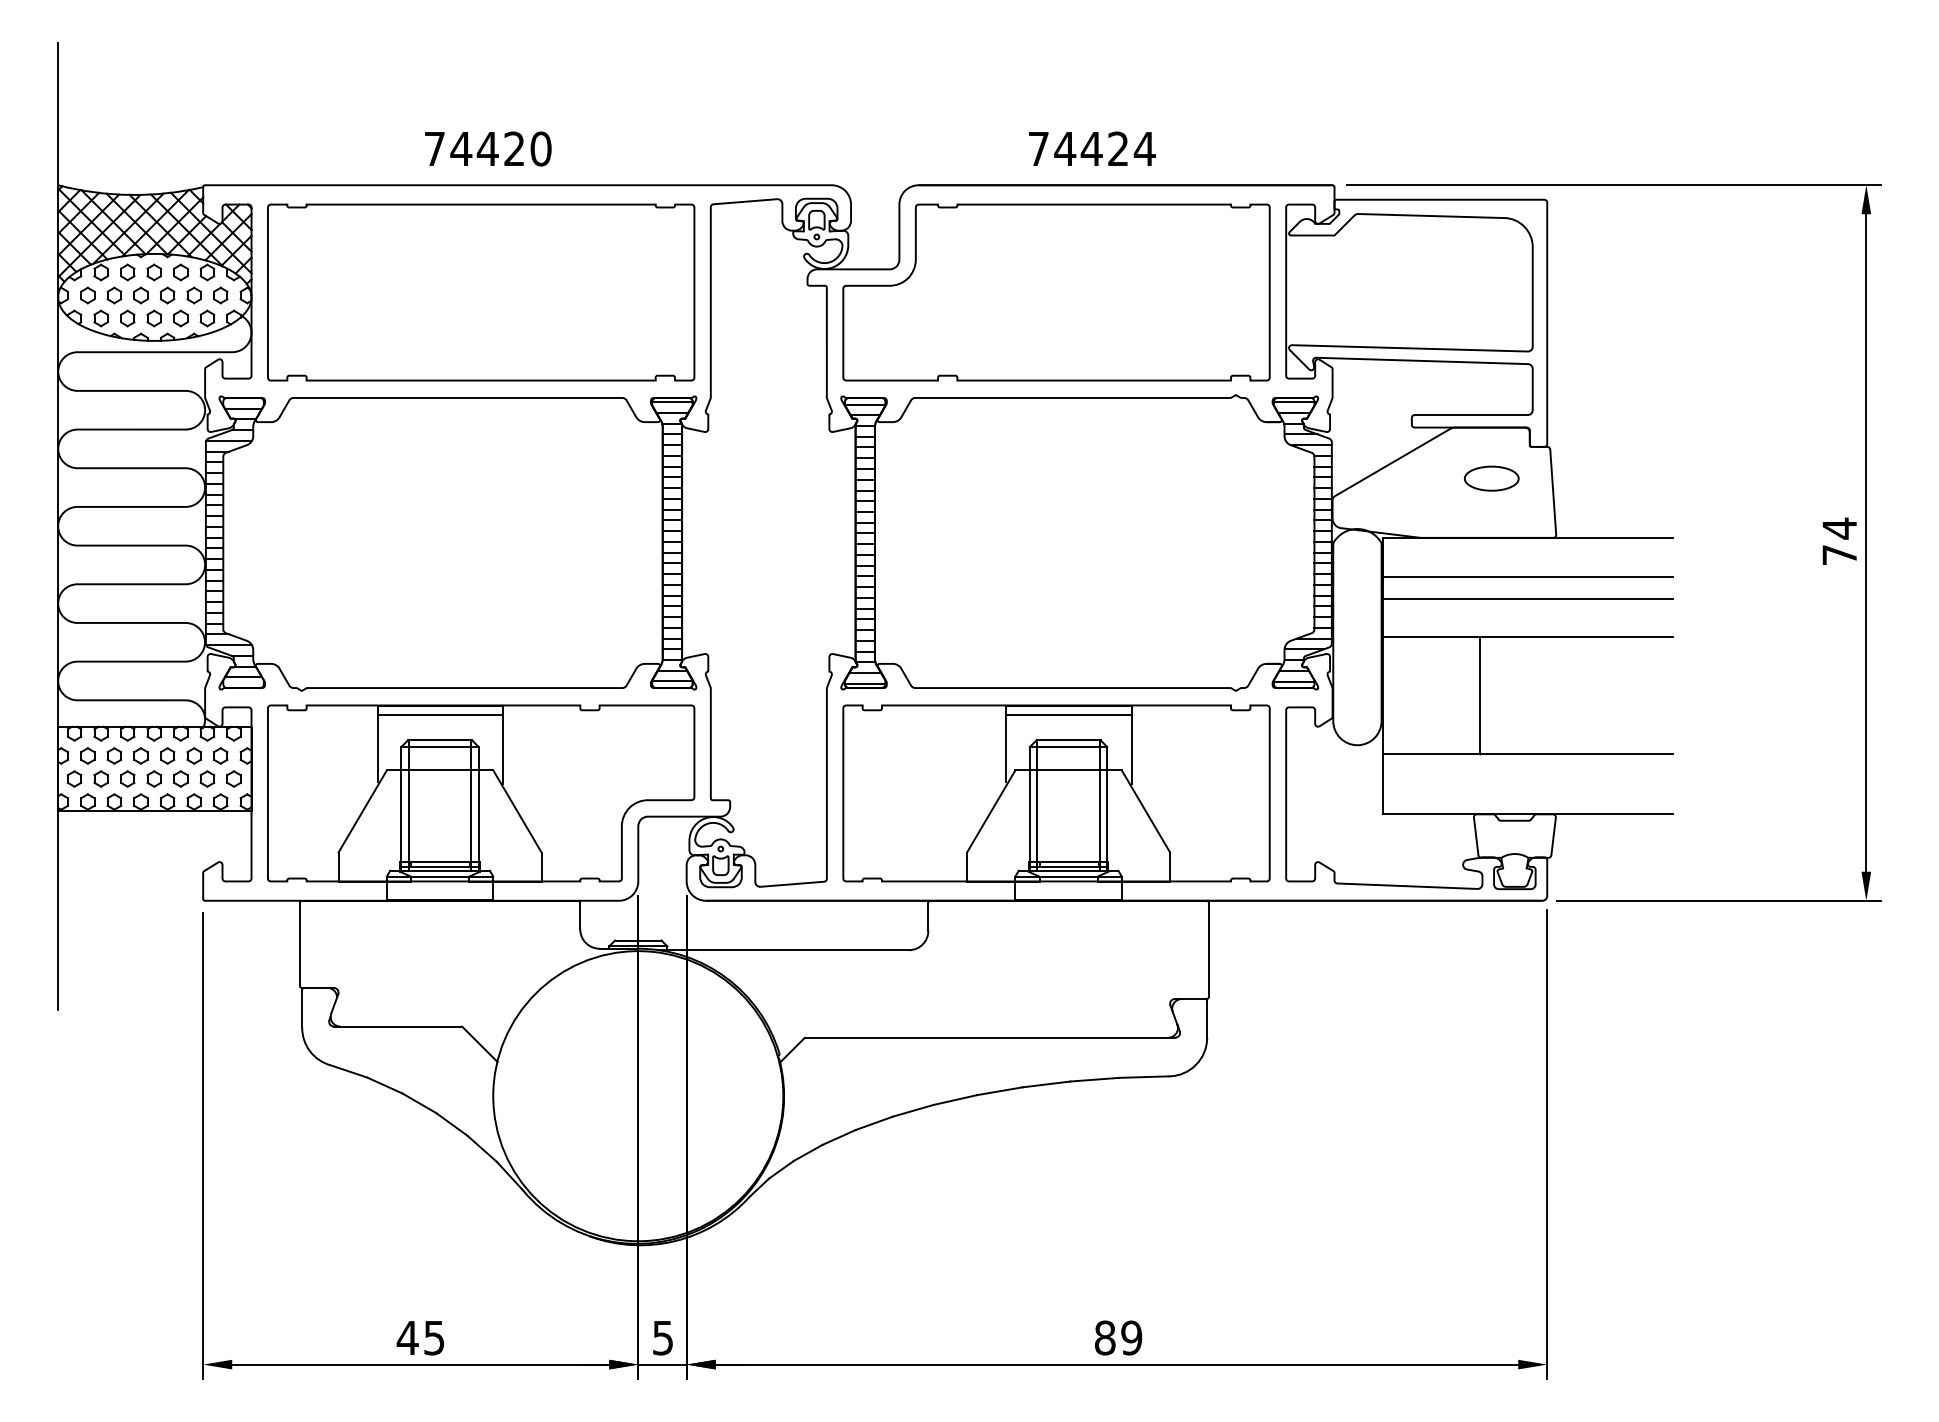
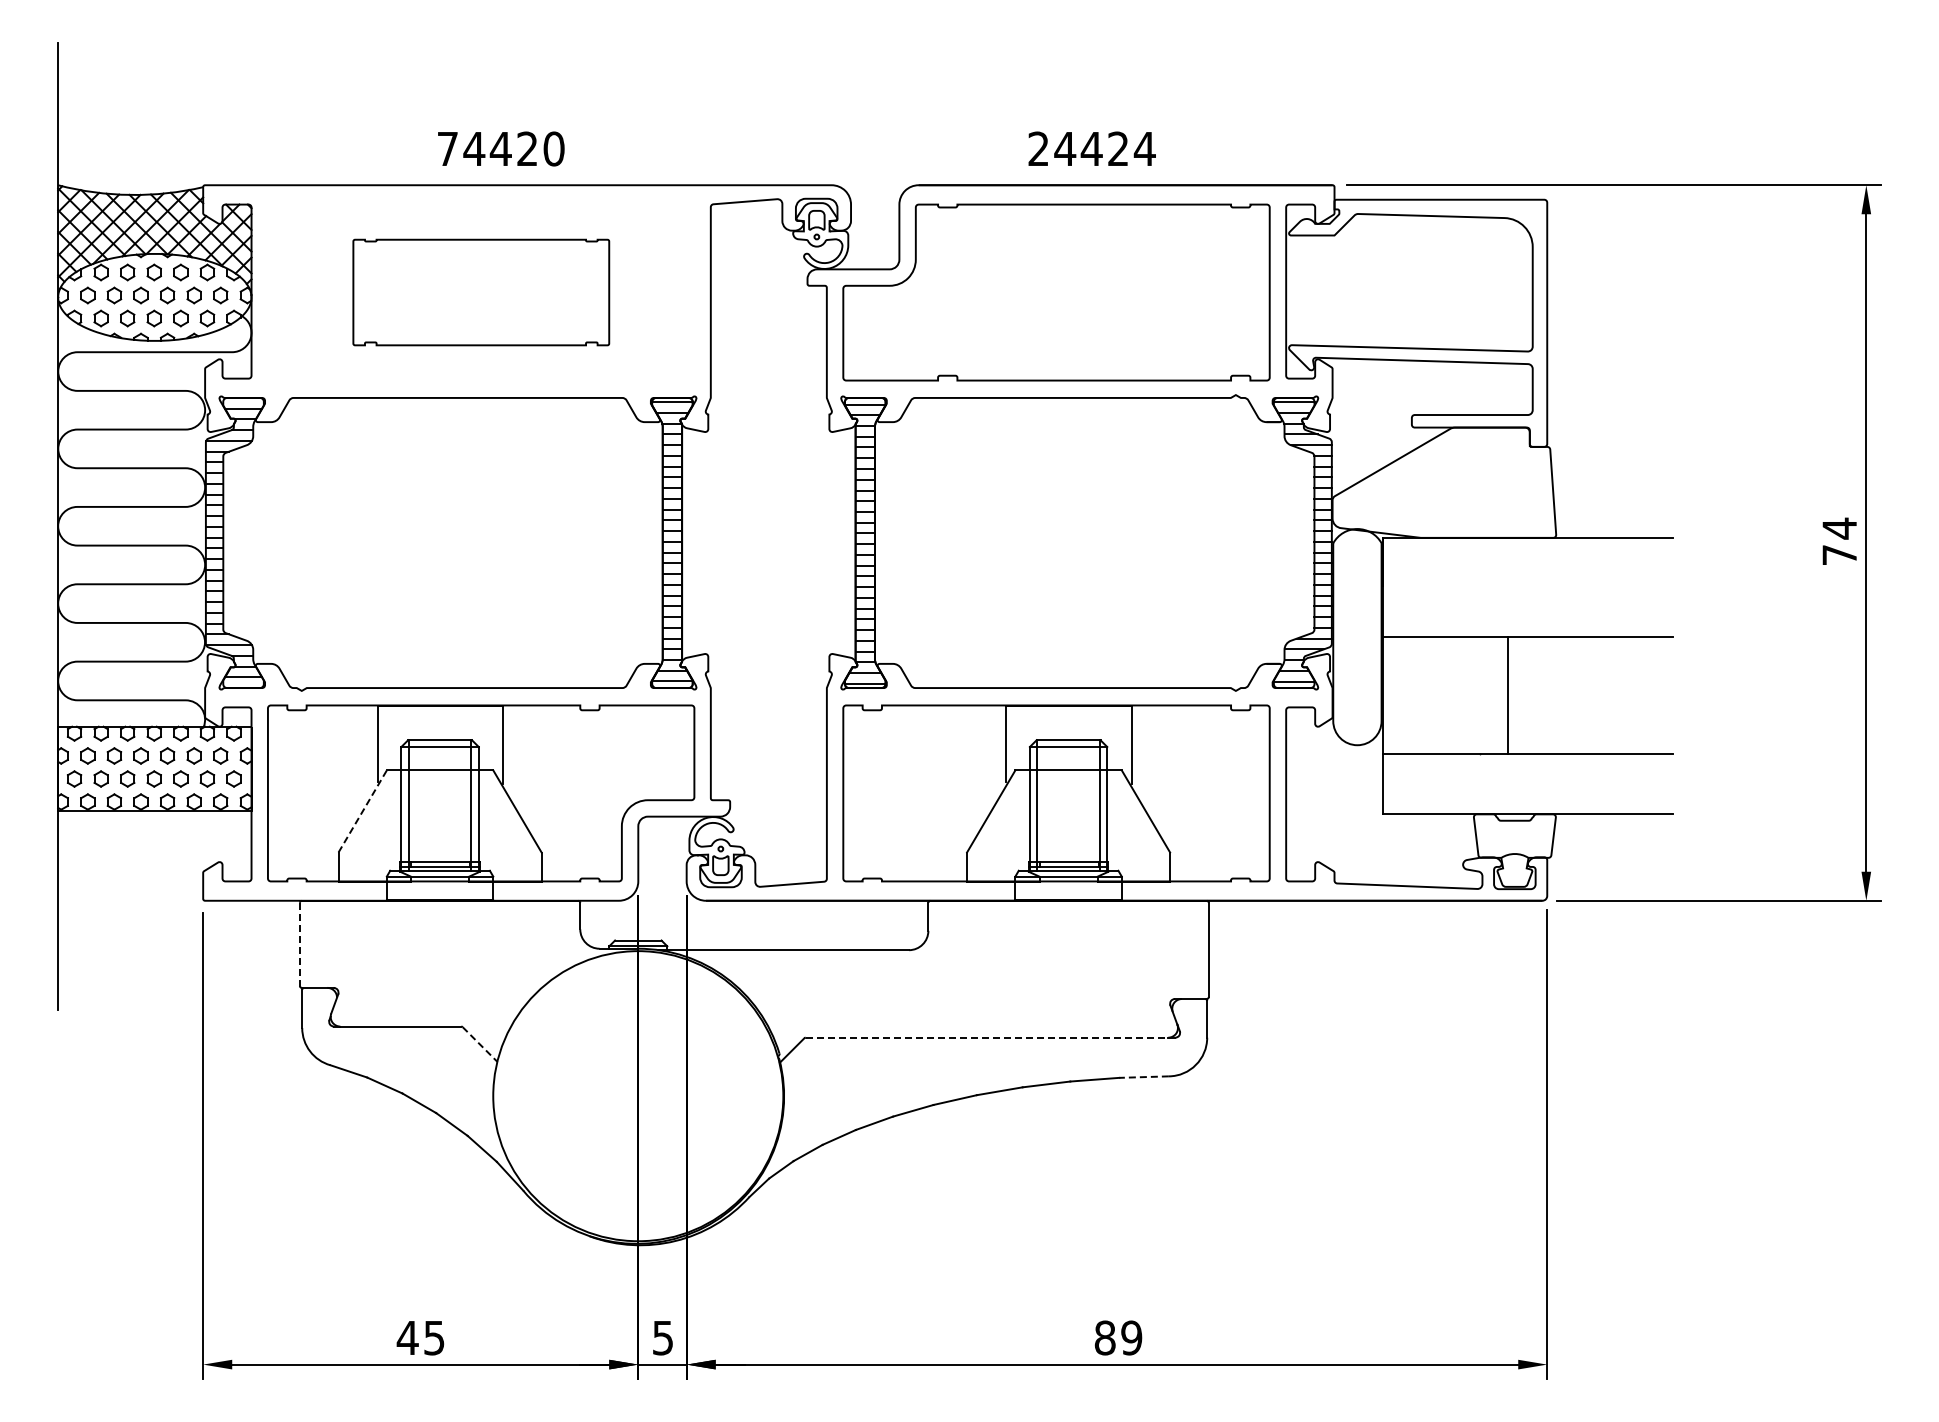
text at (488, 148) position: (488, 148) -> (501, 148)
text at (1038, 148): 74424 -> 24424
part at (481, 292) size: 429x179 px -> 259x109 px
part at (1491, 478): present -> none
line at (1527, 576): present -> none
line at (1527, 598): present -> none
line at (1479, 695) position: (1479, 695) -> (1507, 695)
line at (440, 715): present -> none
line at (1068, 715): present -> none
line at (362, 811): solid -> dashed
line at (299, 944): solid -> dashed
line at (987, 1037): solid -> dashed
line at (480, 1044): solid -> dashed
line at (1144, 1077): solid -> dashed
